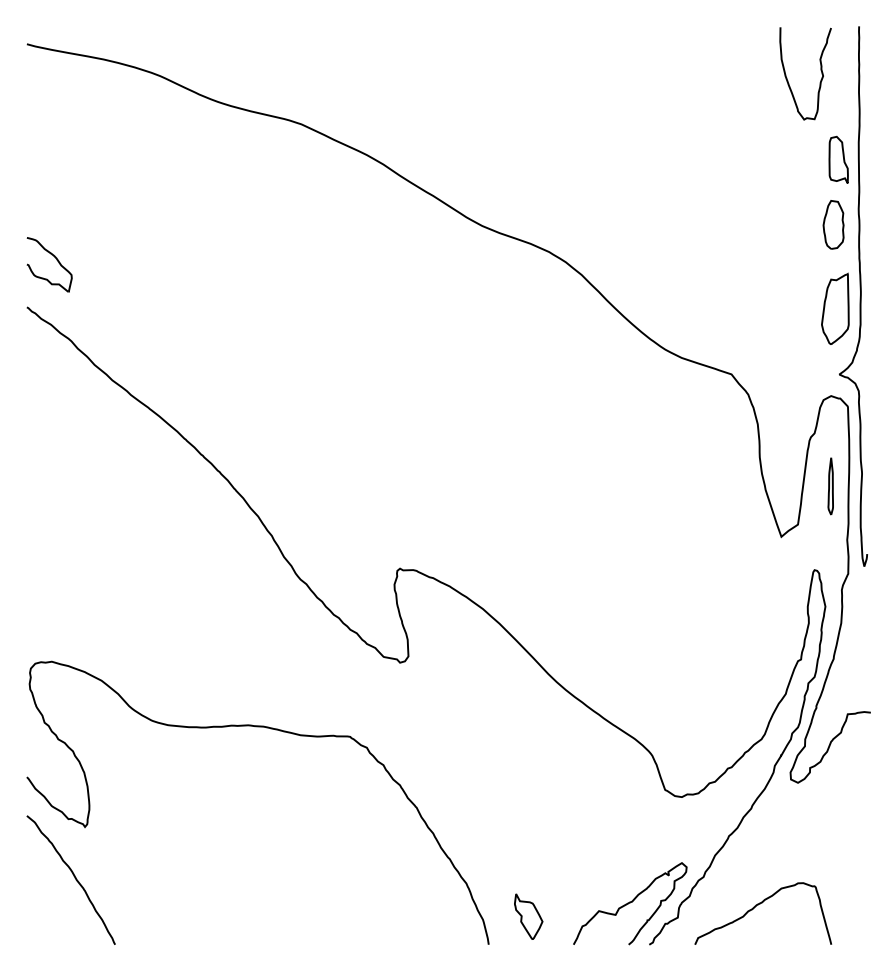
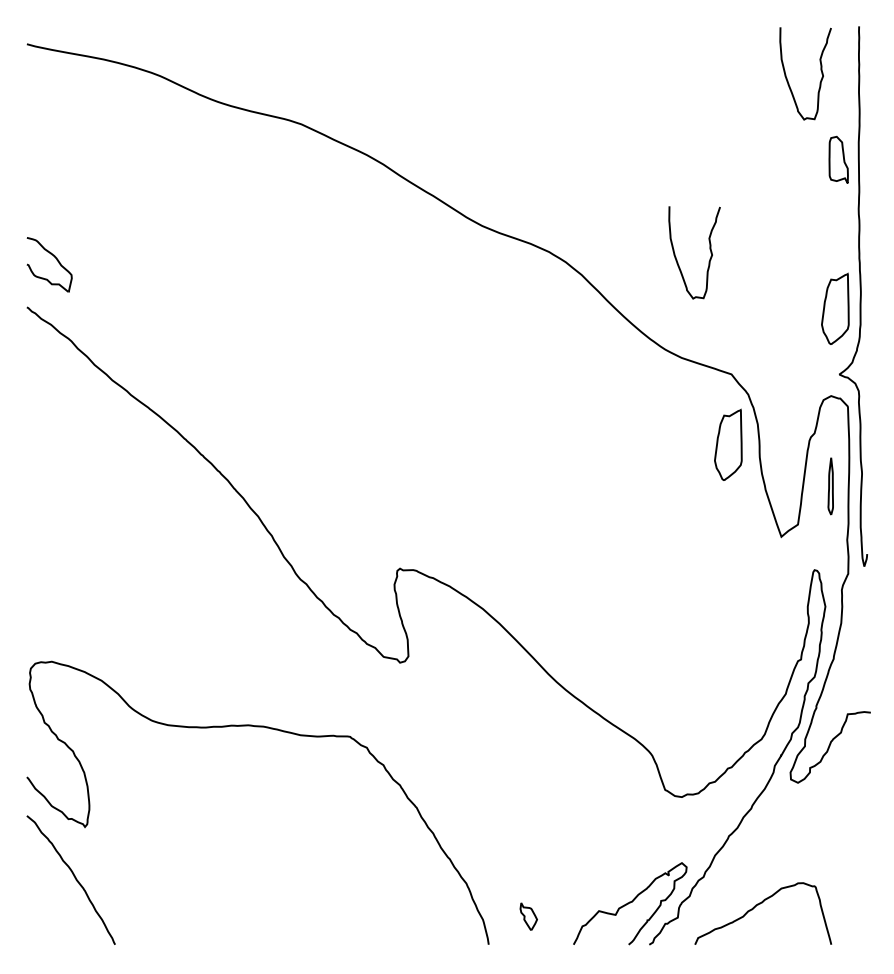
part at (833, 224): present -> none
curve at (709, 249): none -> present
part at (728, 444): none -> present
part at (528, 916) size: 30x47 px -> 19x29 px
